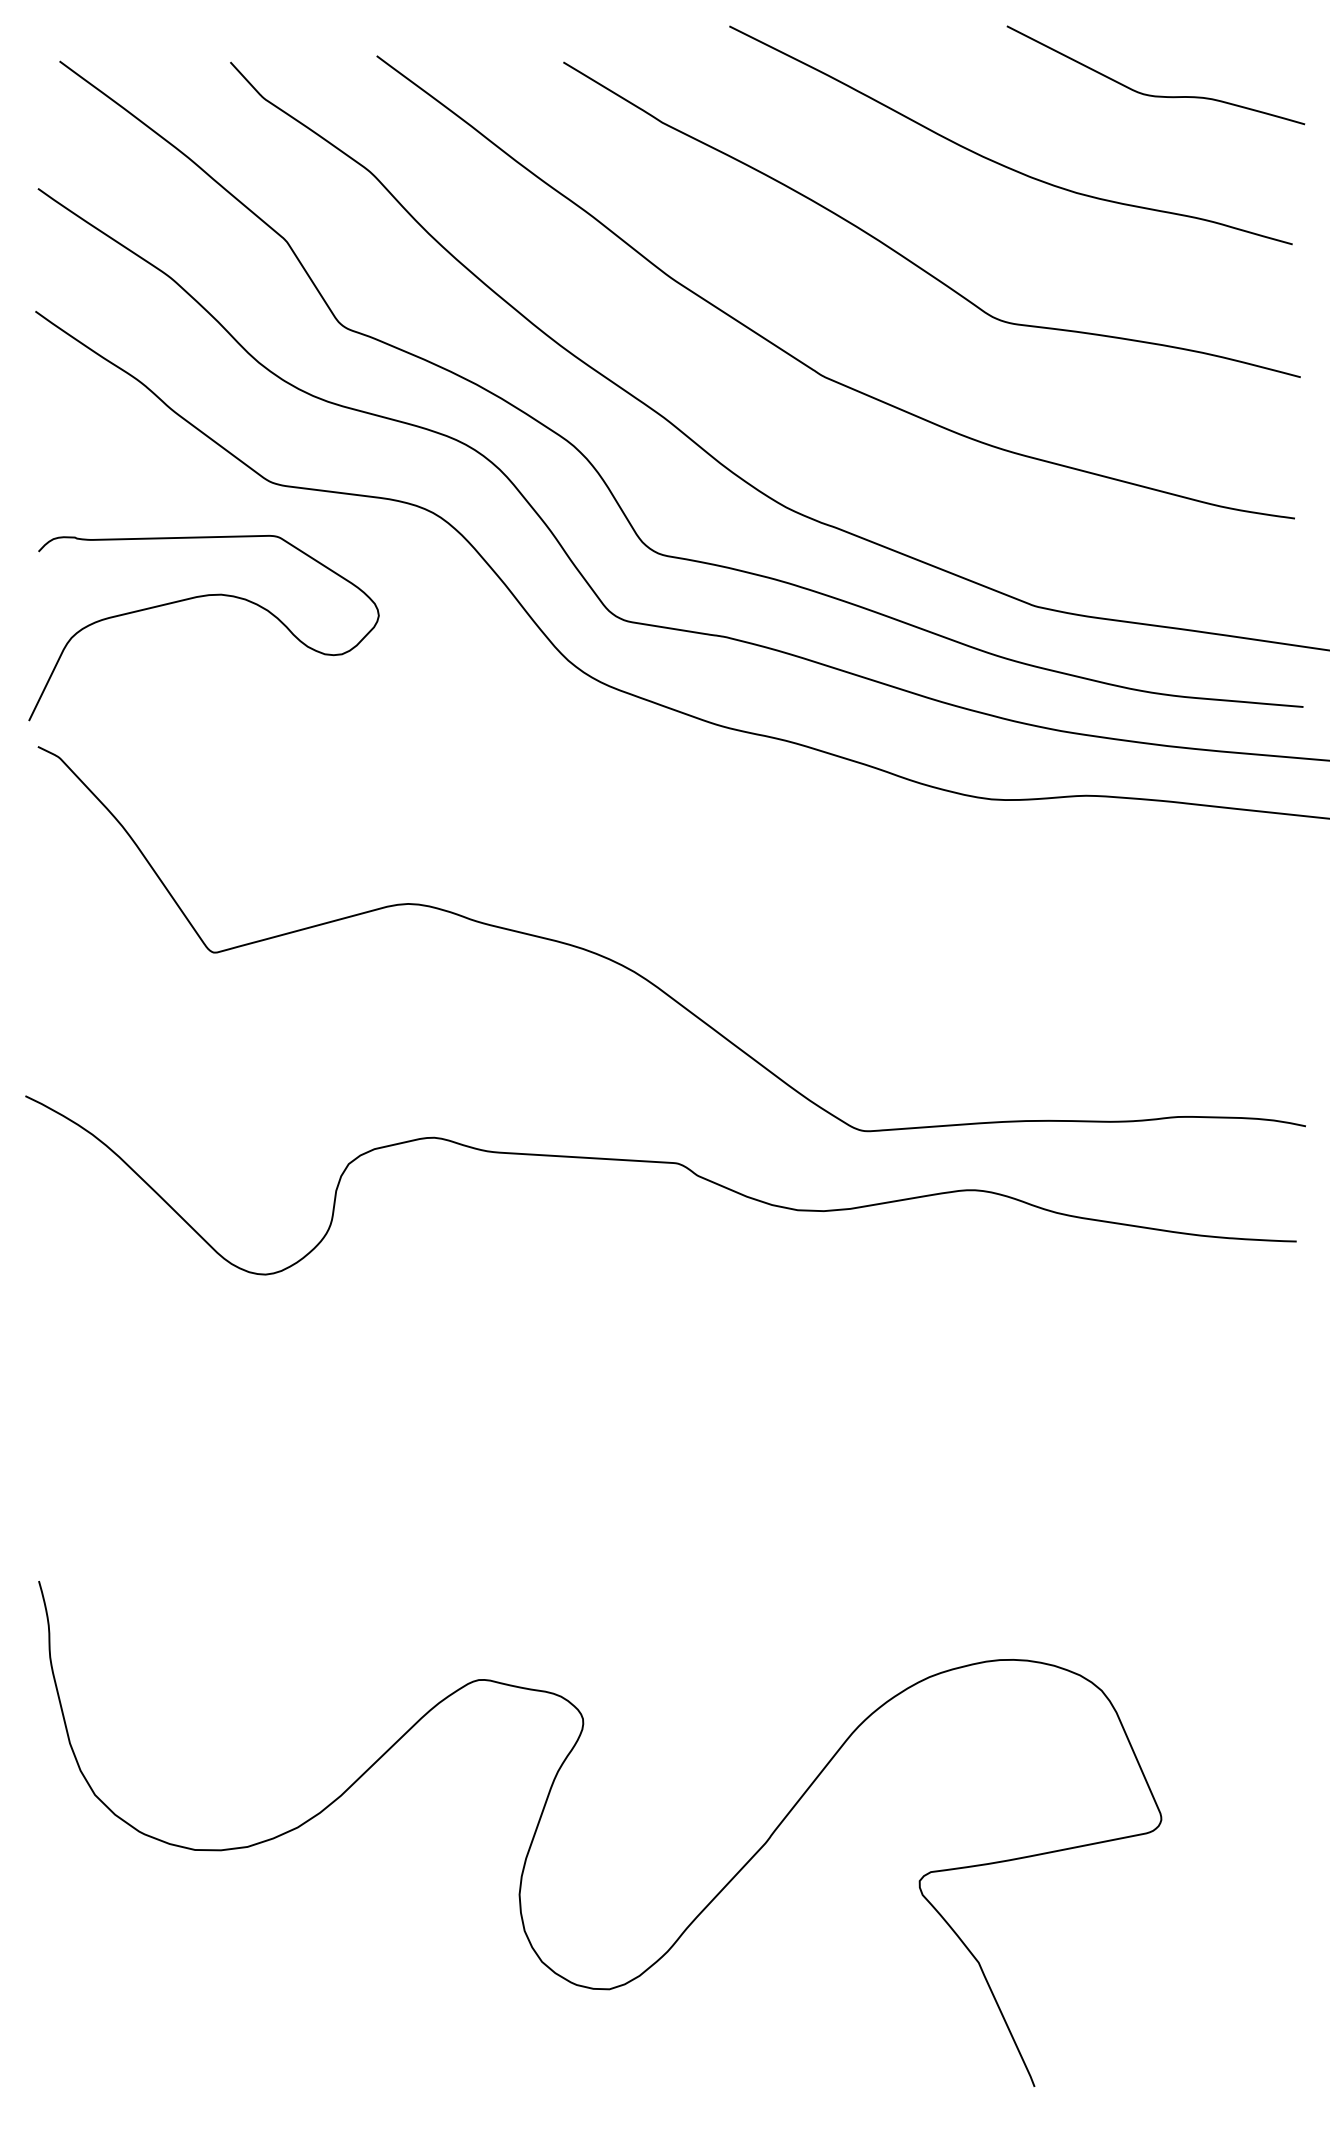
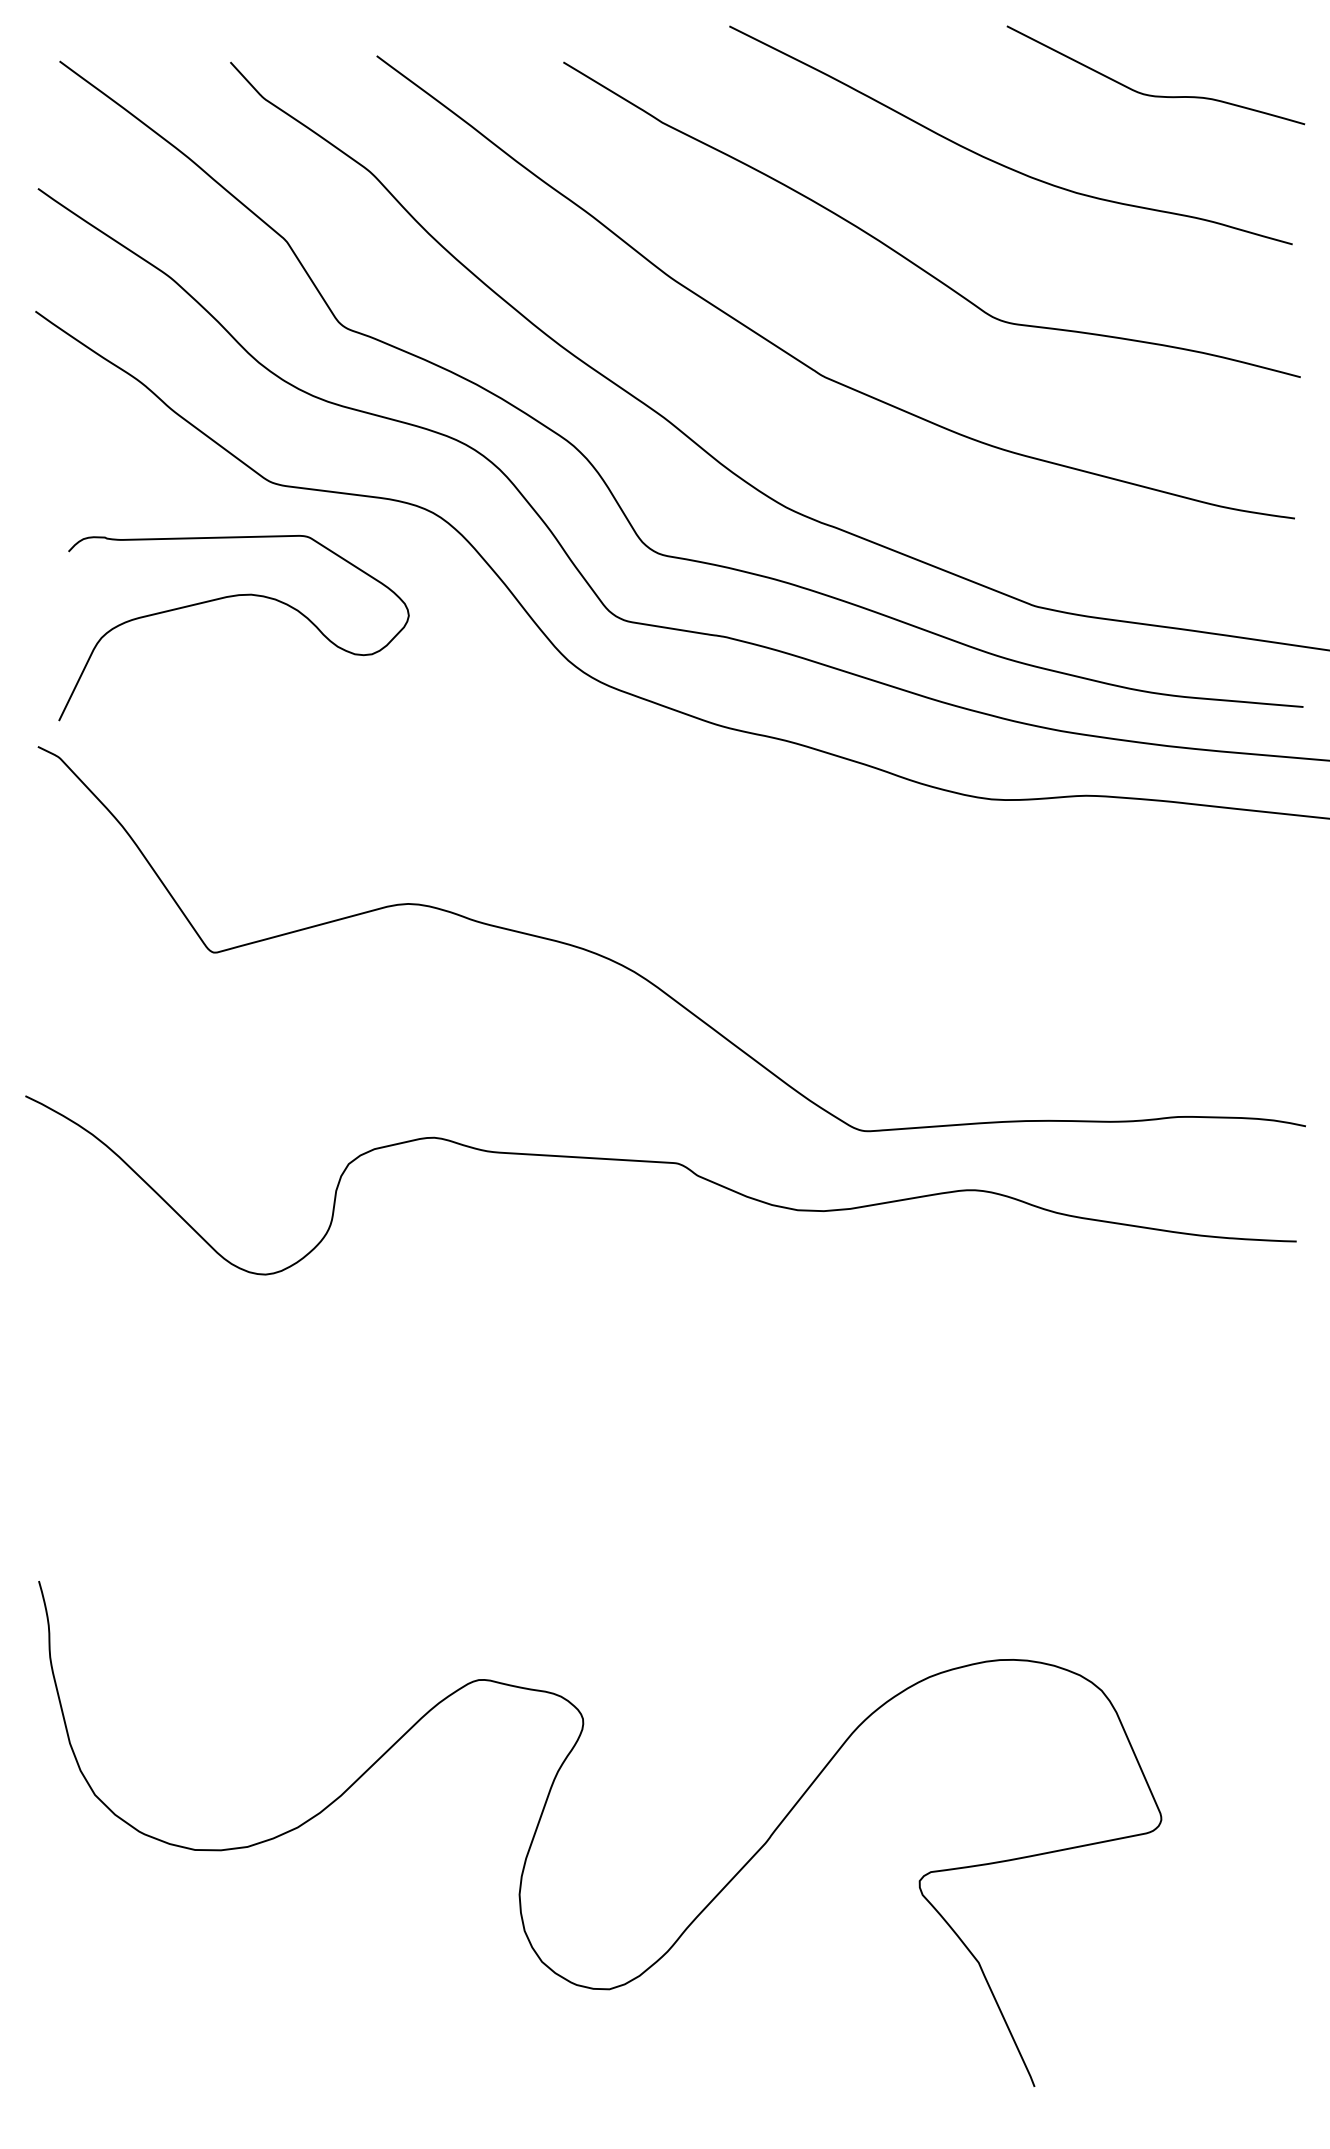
curve at (195, 598) position: (195, 598) -> (225, 598)
